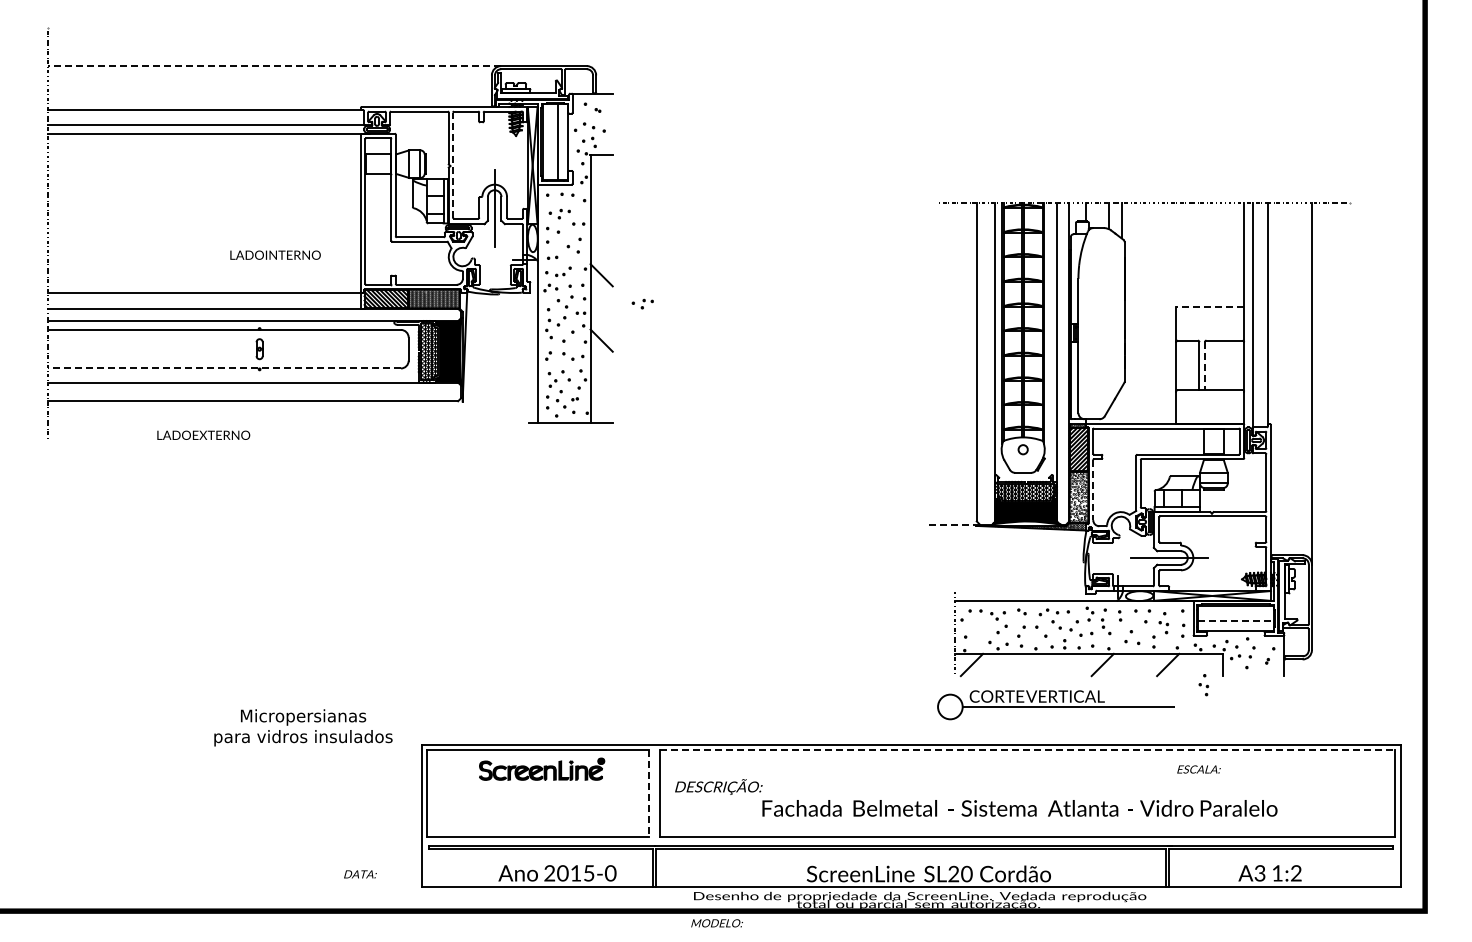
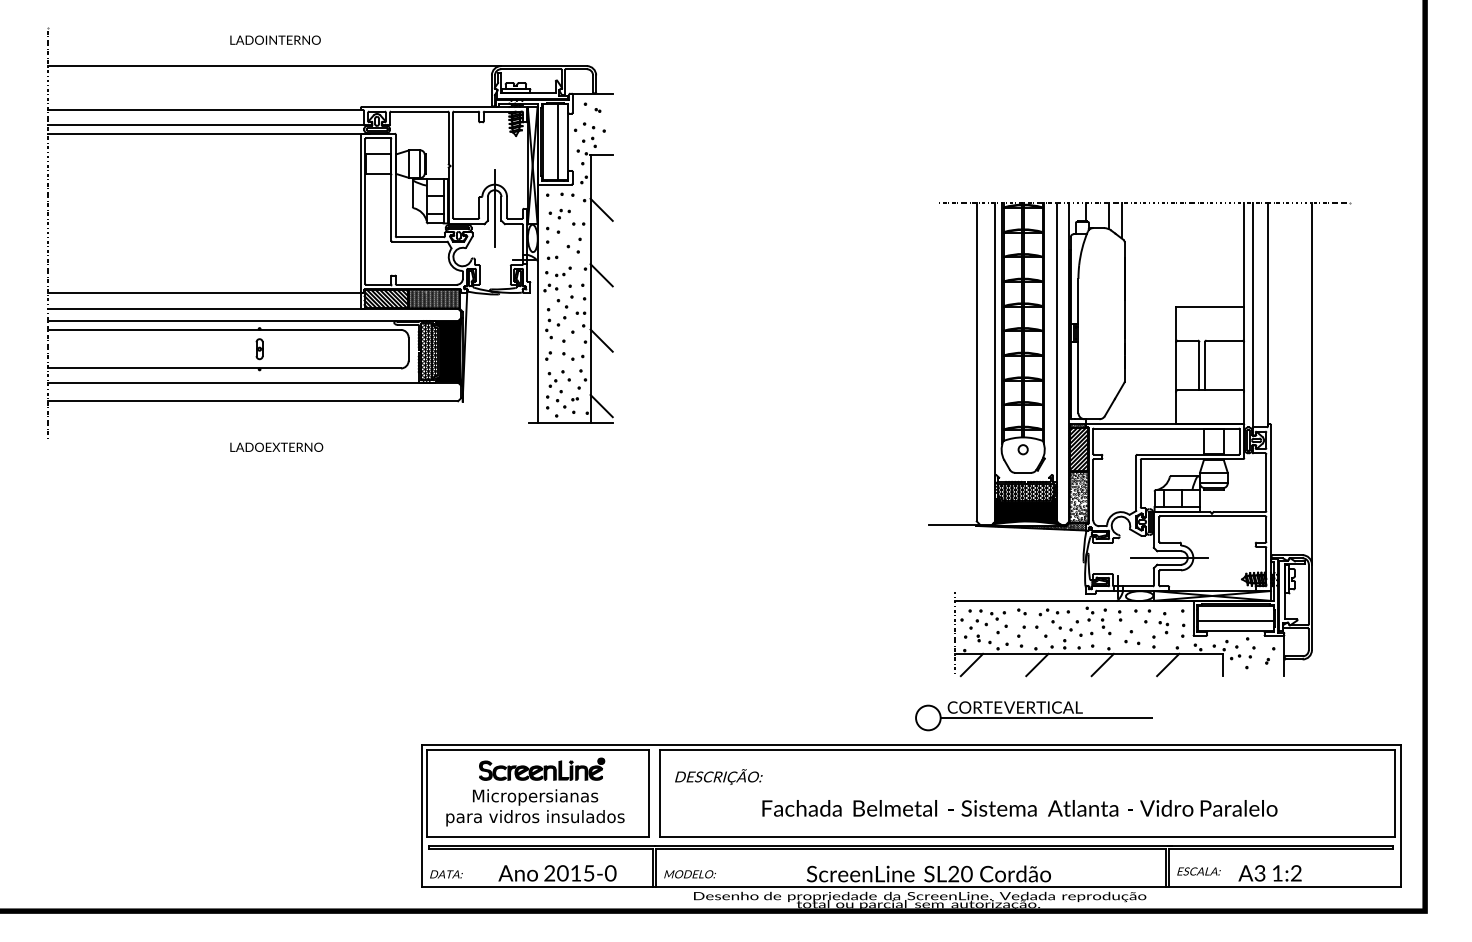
line at (274, 66): dashed -> solid
line at (453, 165): dashed -> solid
line at (601, 209): none -> present
text at (275, 254) position: (275, 254) -> (275, 39)
part at (642, 303): present -> none
line at (1210, 306): dashed -> solid
line at (1204, 366): dashed -> solid
line at (224, 368): dashed -> solid
line at (601, 405): none -> present
text at (203, 434) position: (203, 434) -> (276, 446)
line at (1093, 490): dashed -> solid
line at (954, 524): dashed -> solid
line at (1236, 621): dashed -> solid
part at (978, 630): none -> present
line at (1037, 664): none -> present
part at (1203, 685): present -> none
part at (1055, 705) position: (1055, 705) -> (1033, 716)
text at (303, 727) position: (303, 727) -> (535, 807)
line at (1027, 749): dashed -> solid
text at (1198, 769) position: (1198, 769) -> (1198, 871)
text at (718, 786) position: (718, 786) -> (718, 776)
line at (649, 793): dashed -> solid
text at (360, 874) position: (360, 874) -> (446, 874)
text at (716, 923) position: (716, 923) -> (689, 874)
